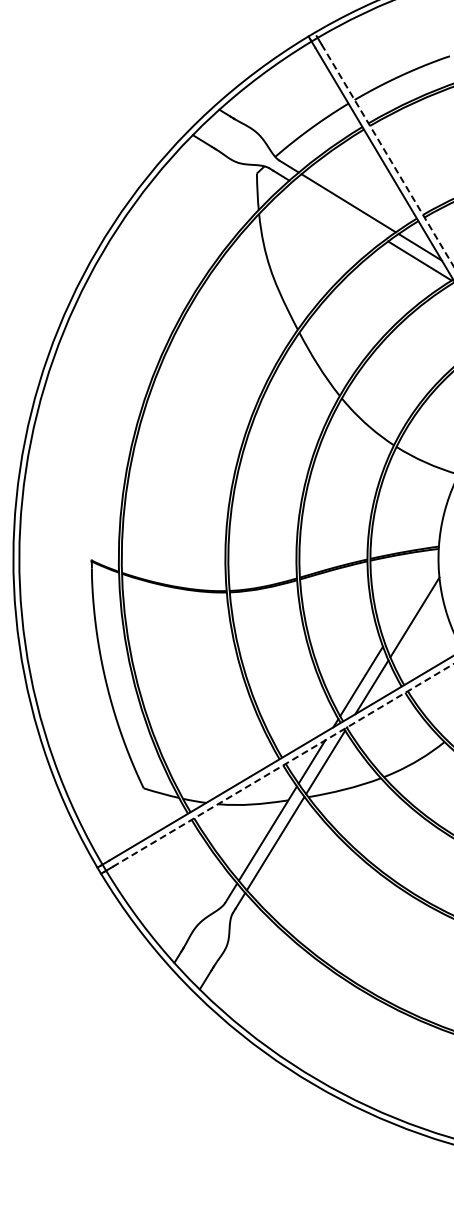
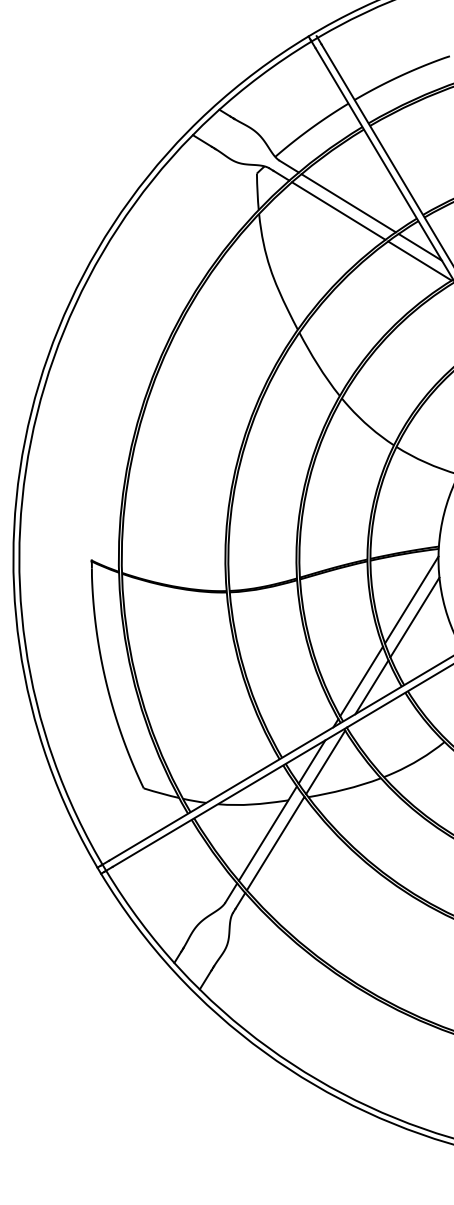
line at (388, 156): dashed -> solid
line at (338, 210): none -> present
line at (411, 599): none -> present
line at (283, 765): dashed -> solid
